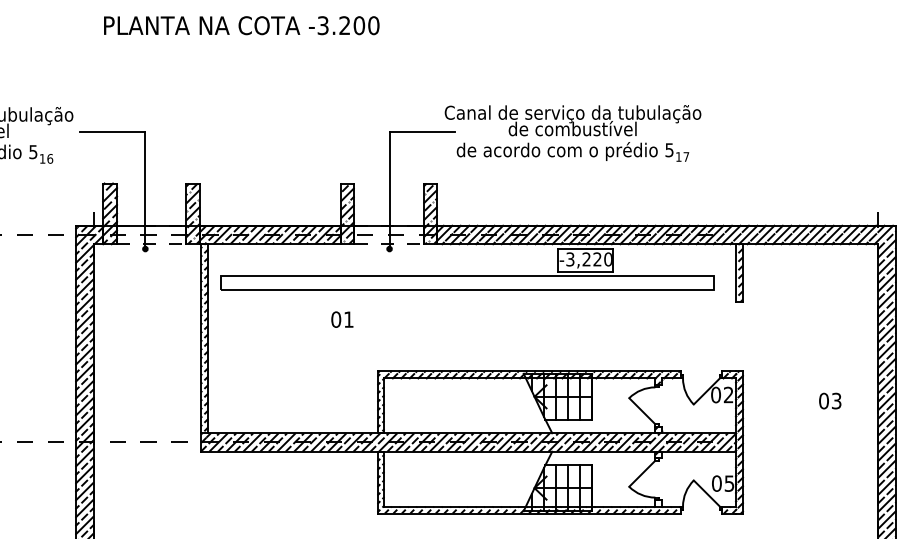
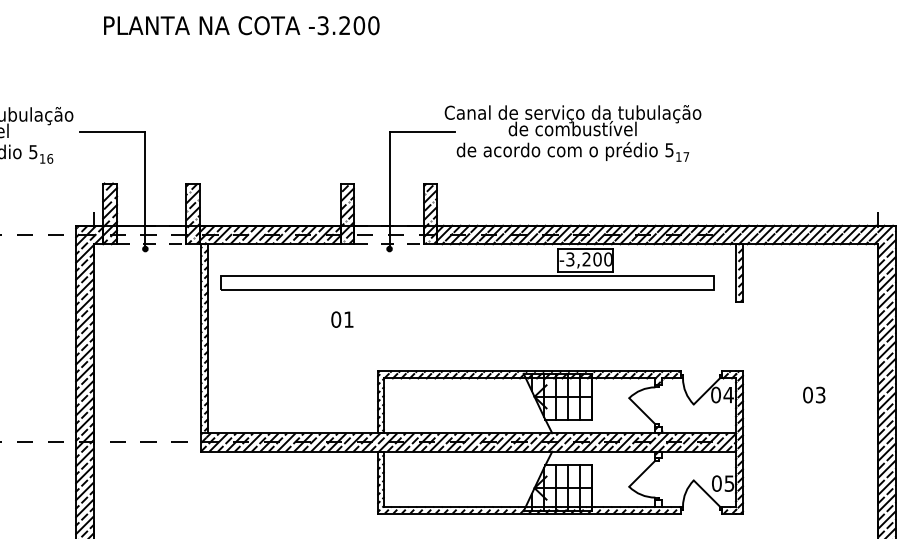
text at (597, 259): -3,220 -> -3,200
text at (728, 394): 02 -> 04
text at (830, 400) position: (830, 400) -> (814, 394)
